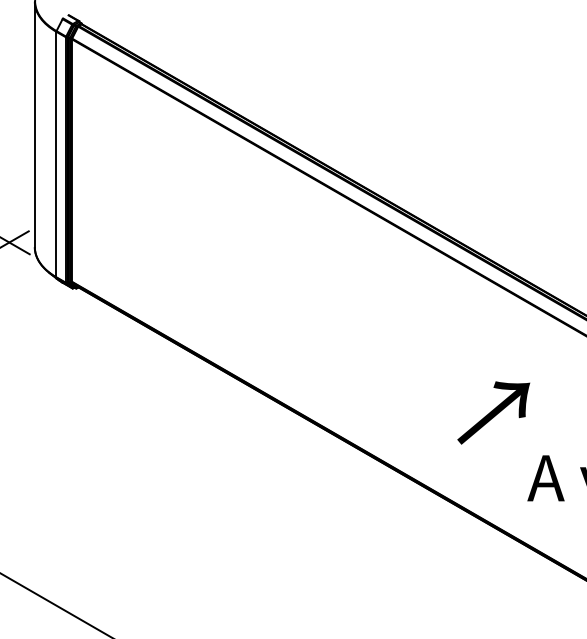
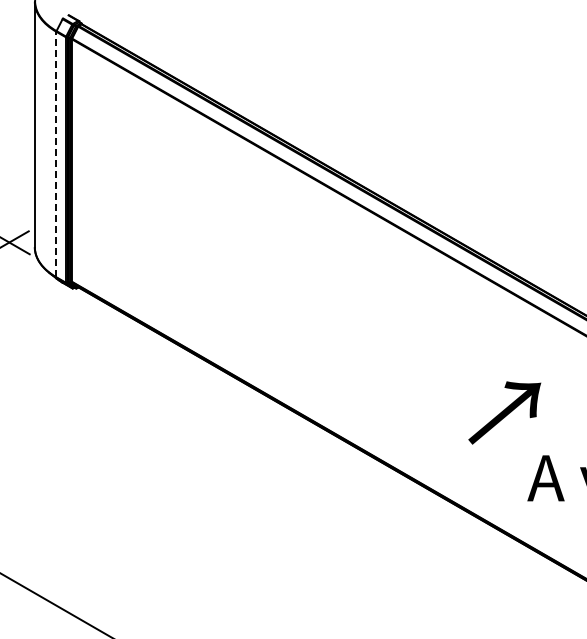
line at (56, 154): solid -> dashed
text at (493, 412) position: (493, 412) -> (504, 412)
